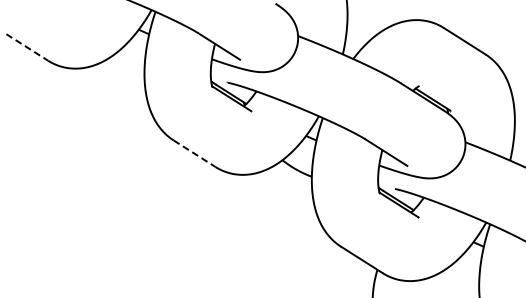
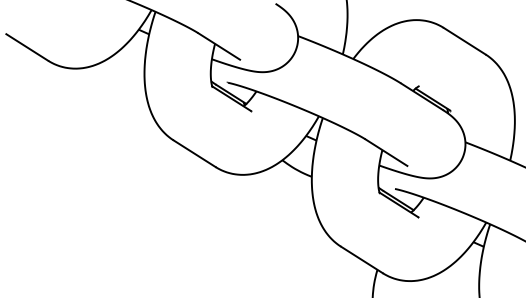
line at (27, 47): dashed -> solid
line at (194, 153): dashed -> solid
